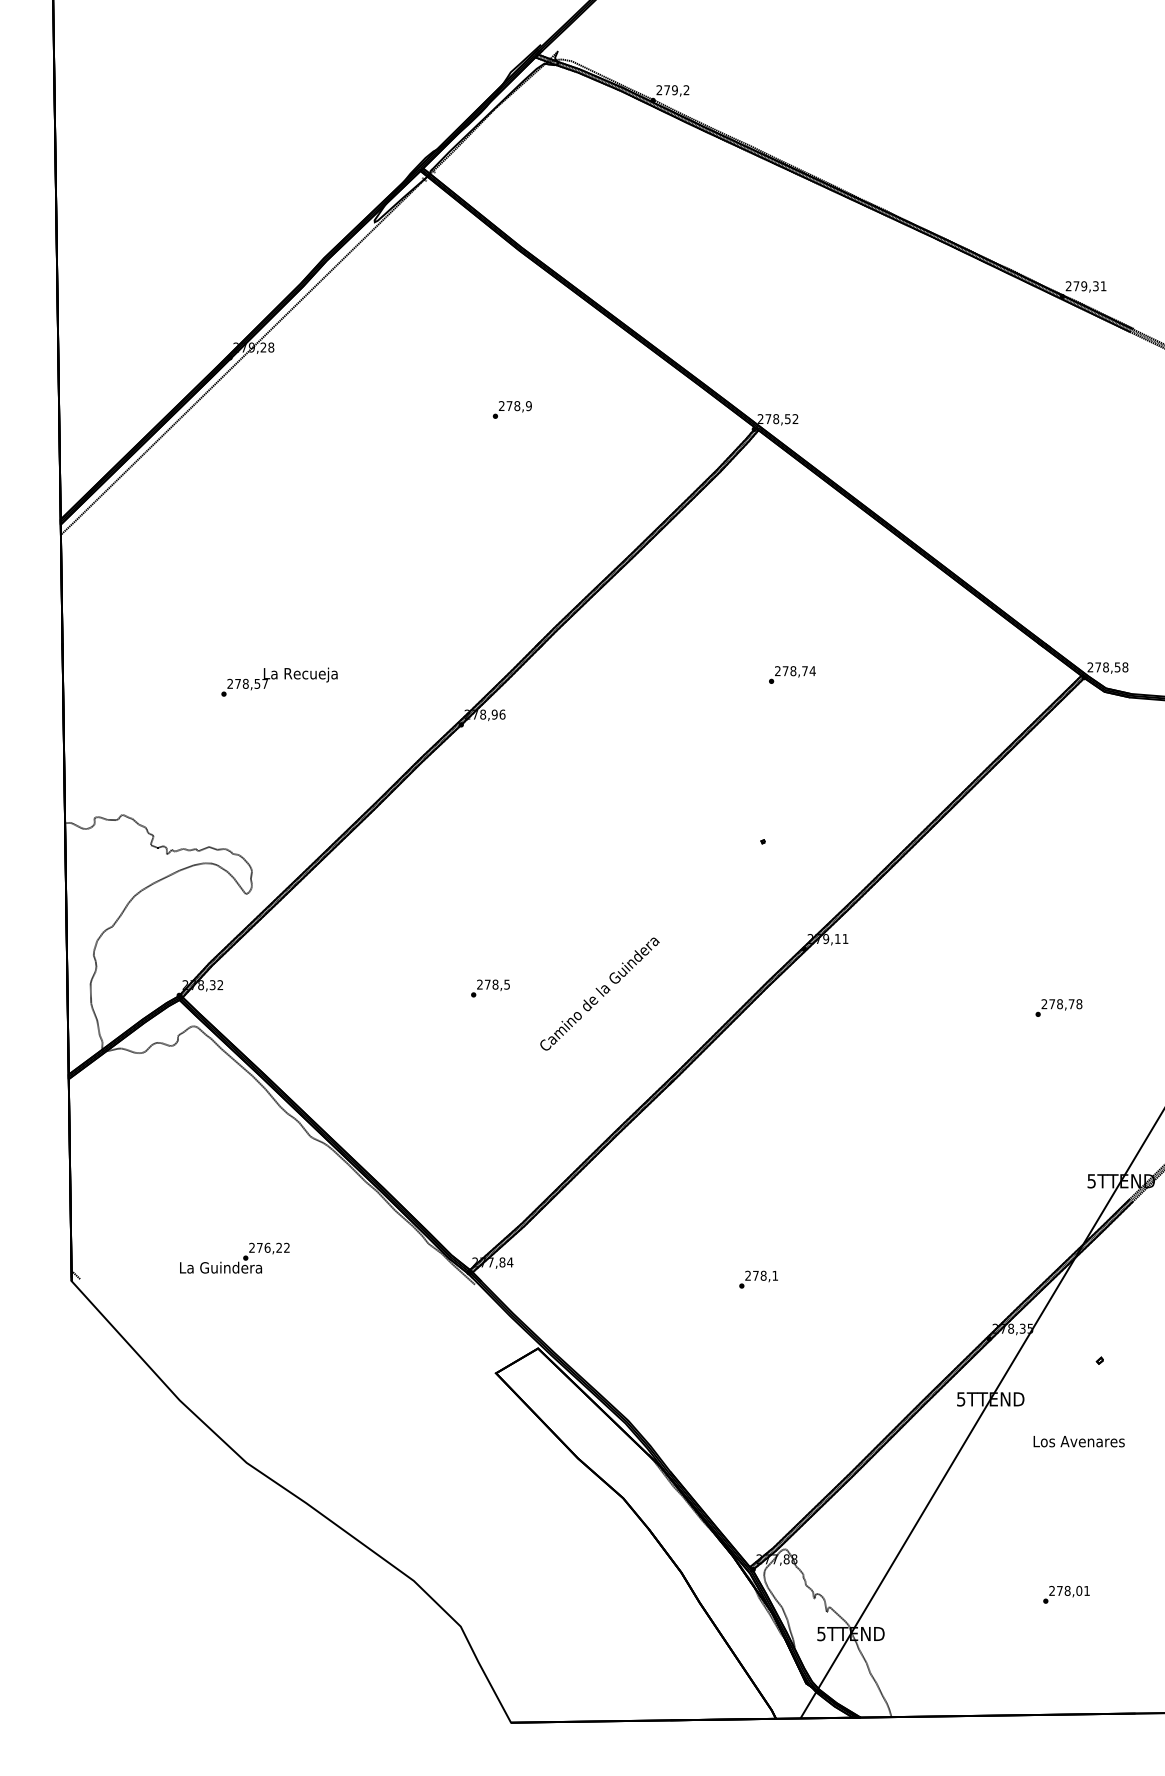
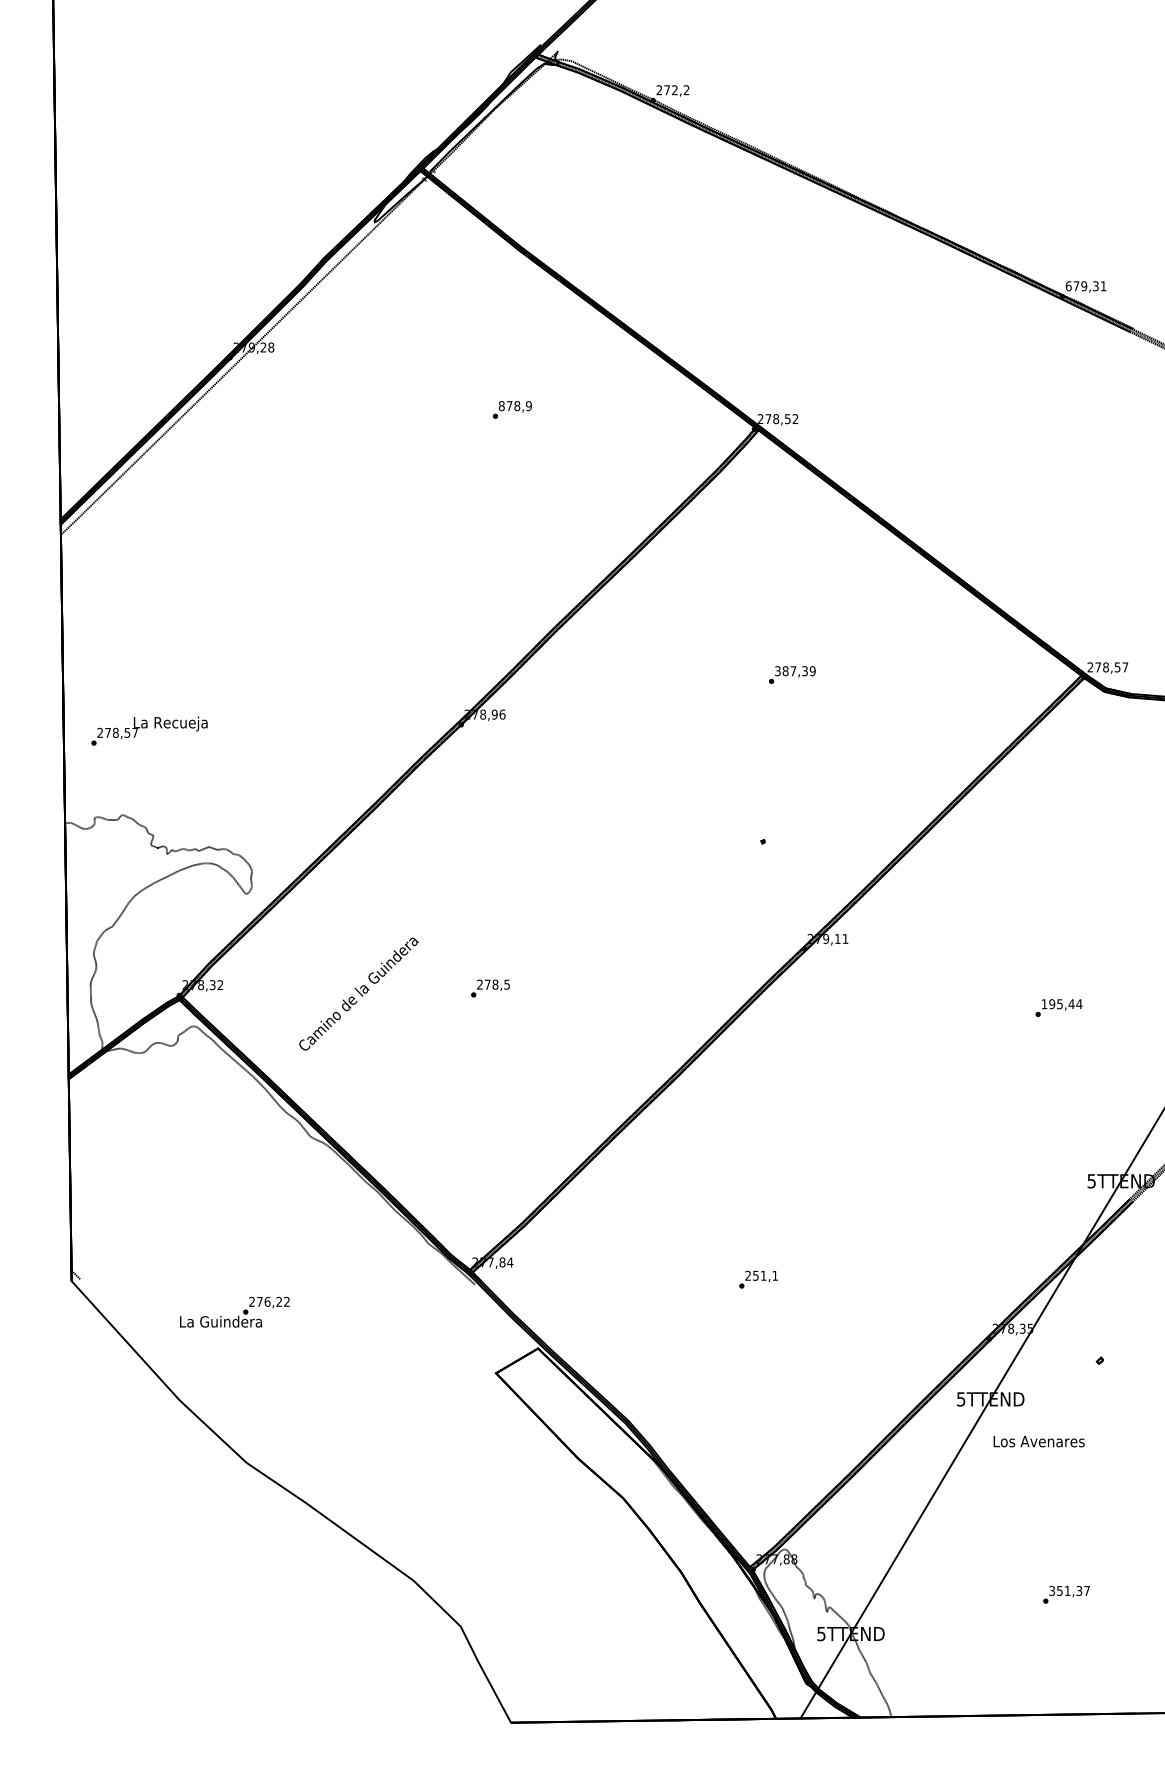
text at (674, 90): 279,2 -> 272,2
text at (1068, 286): 279,31 -> 679,31
text at (501, 406): 278,9 -> 878,9
text at (1125, 667): 278,58 -> 278,57
text at (795, 671): 278,74 -> 387,39
text at (279, 681) position: (279, 681) -> (149, 730)
text at (599, 993) position: (599, 993) -> (358, 993)
text at (1061, 1004): 278,78 -> 195,44
text at (234, 1257) position: (234, 1257) -> (234, 1311)
text at (759, 1275): 278,1 -> 251,1
text at (1078, 1441) position: (1078, 1441) -> (1038, 1441)
text at (1069, 1590): 278,01 -> 351,37
